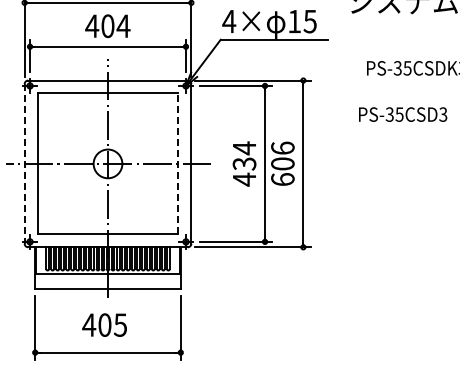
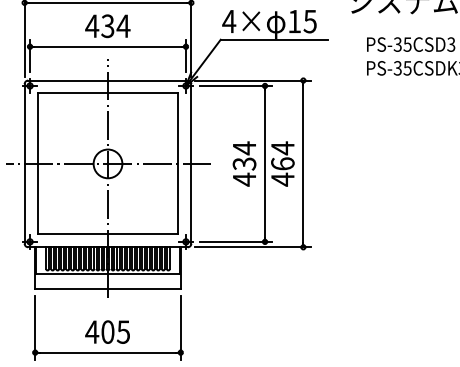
text at (107, 26): 404 -> 434
text at (403, 114) position: (403, 114) -> (411, 44)
line at (24, 163): dashed -> solid
line at (178, 163): dashed -> solid
text at (282, 163): 606 -> 464
text at (104, 324) position: (104, 324) -> (107, 331)
